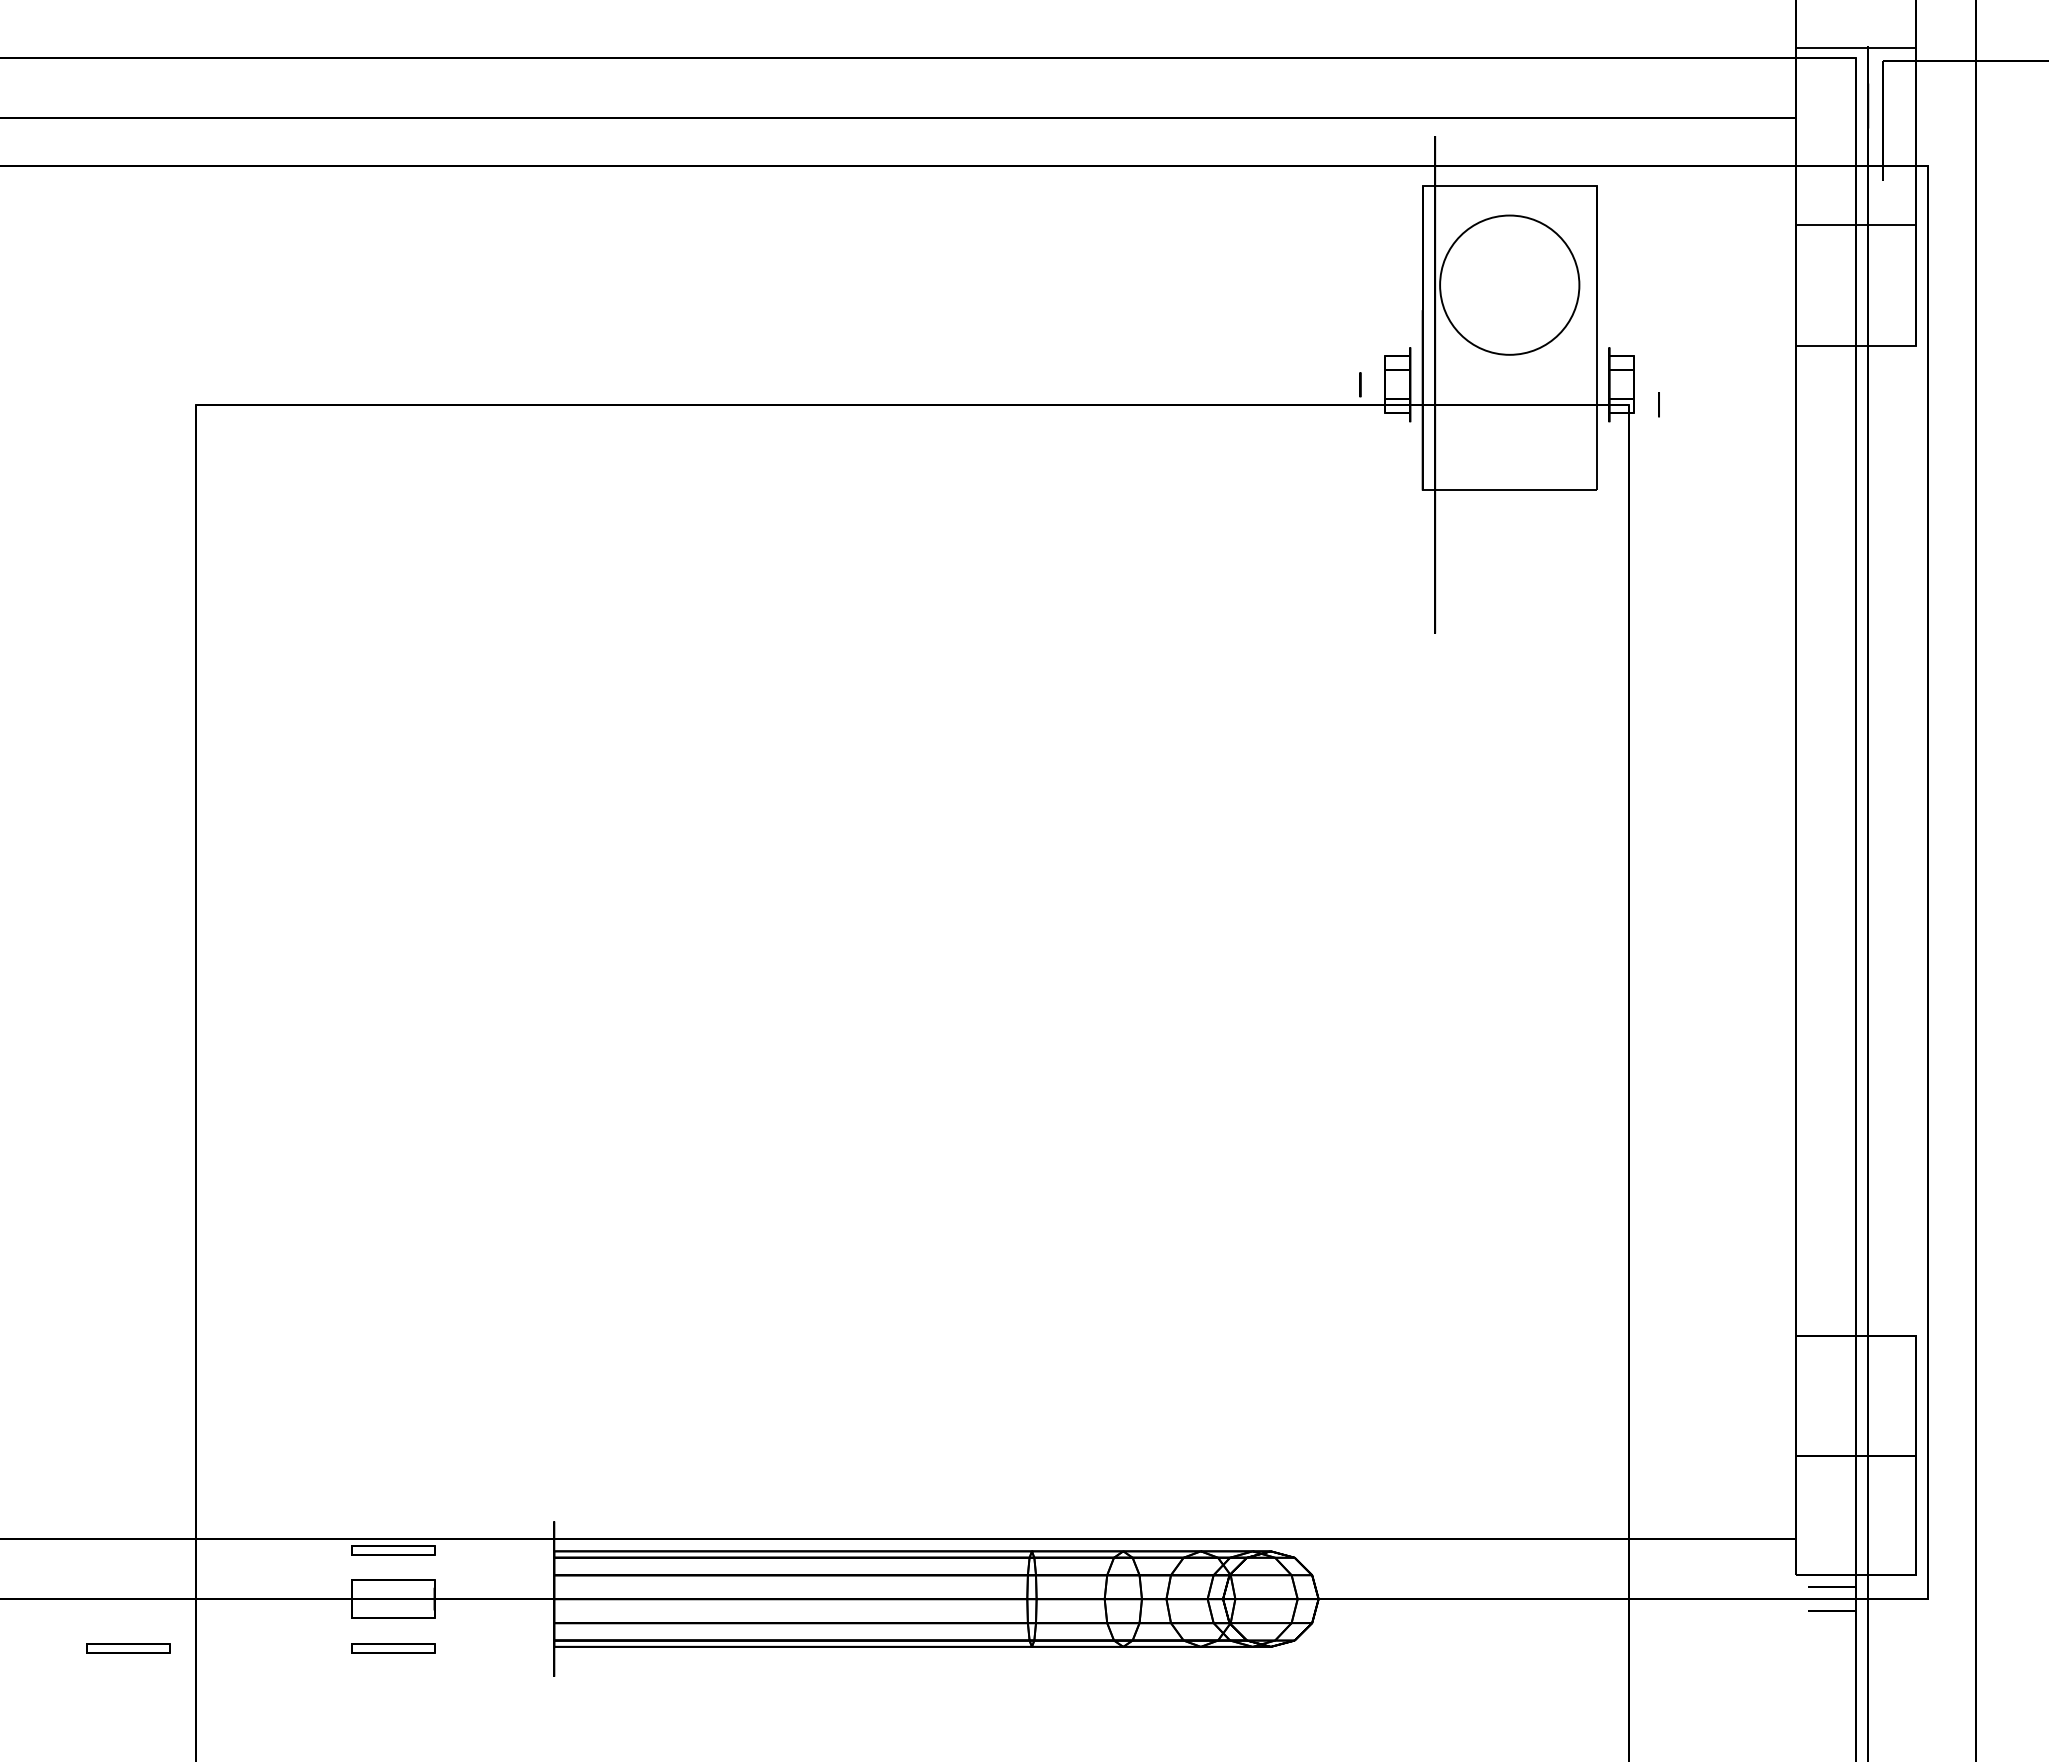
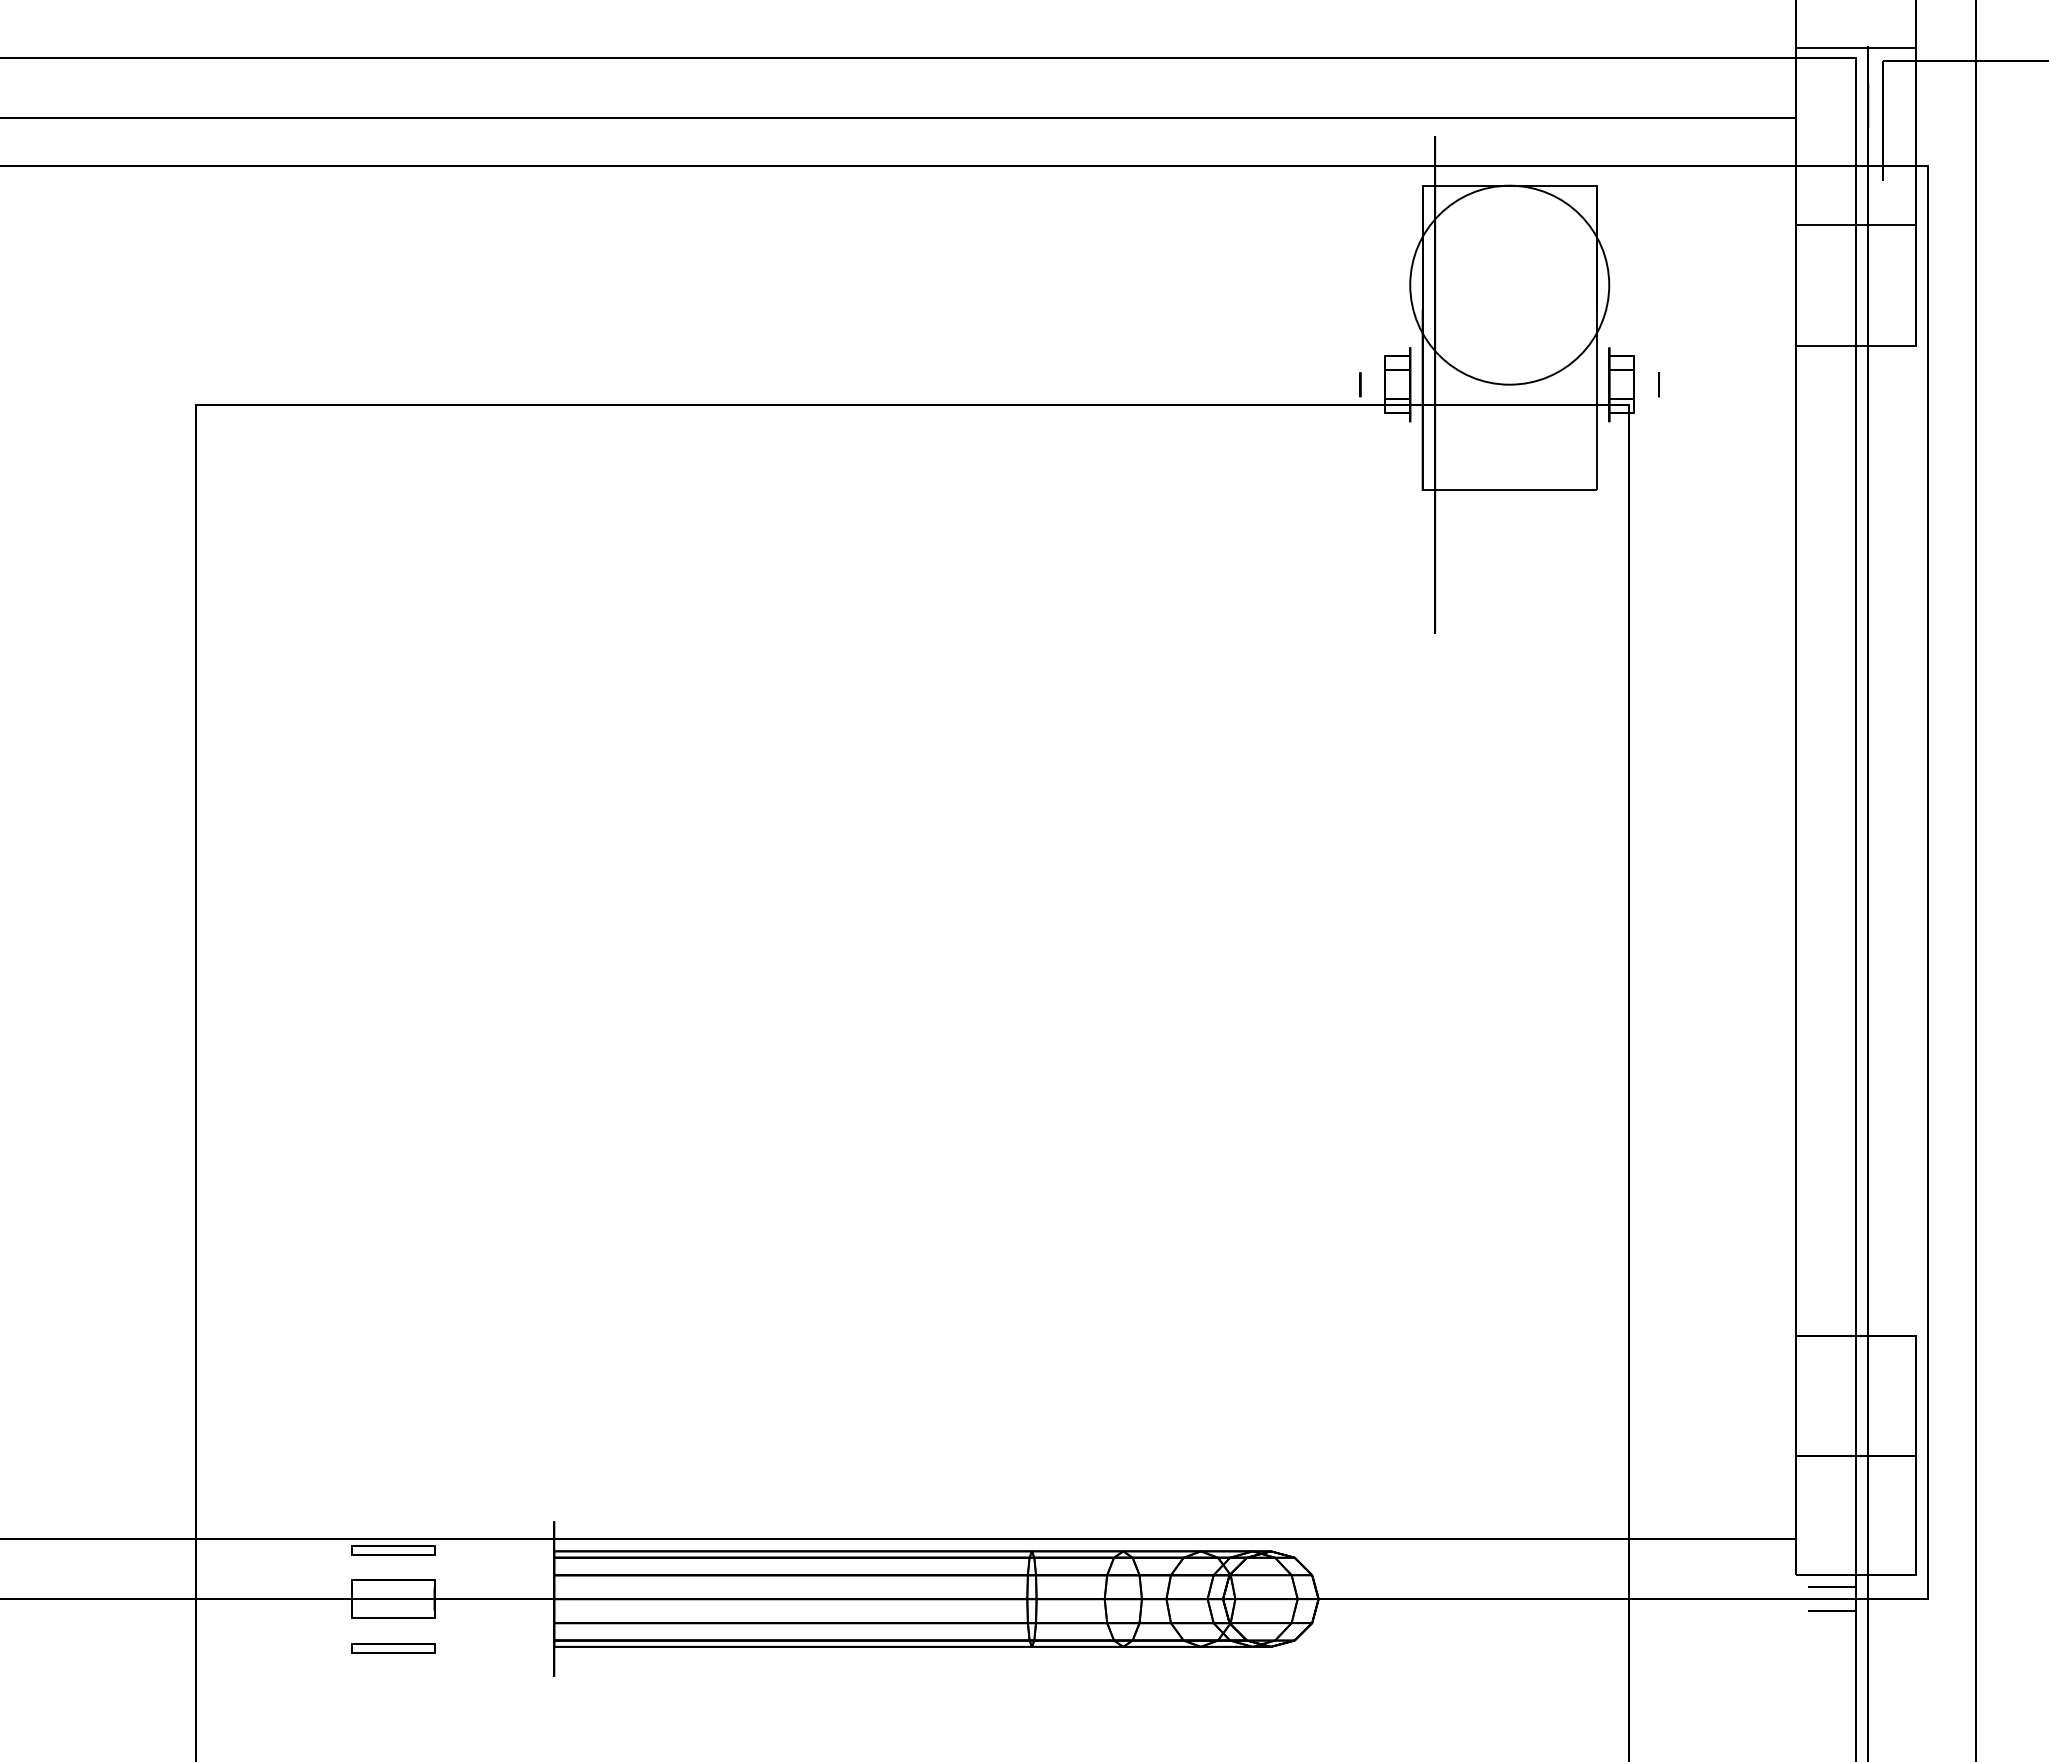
circle at (1509, 284) diameter: 139 px -> 199 px
circle at (1658, 404) position: (1658, 404) -> (1658, 384)
part at (128, 1648): present -> none
